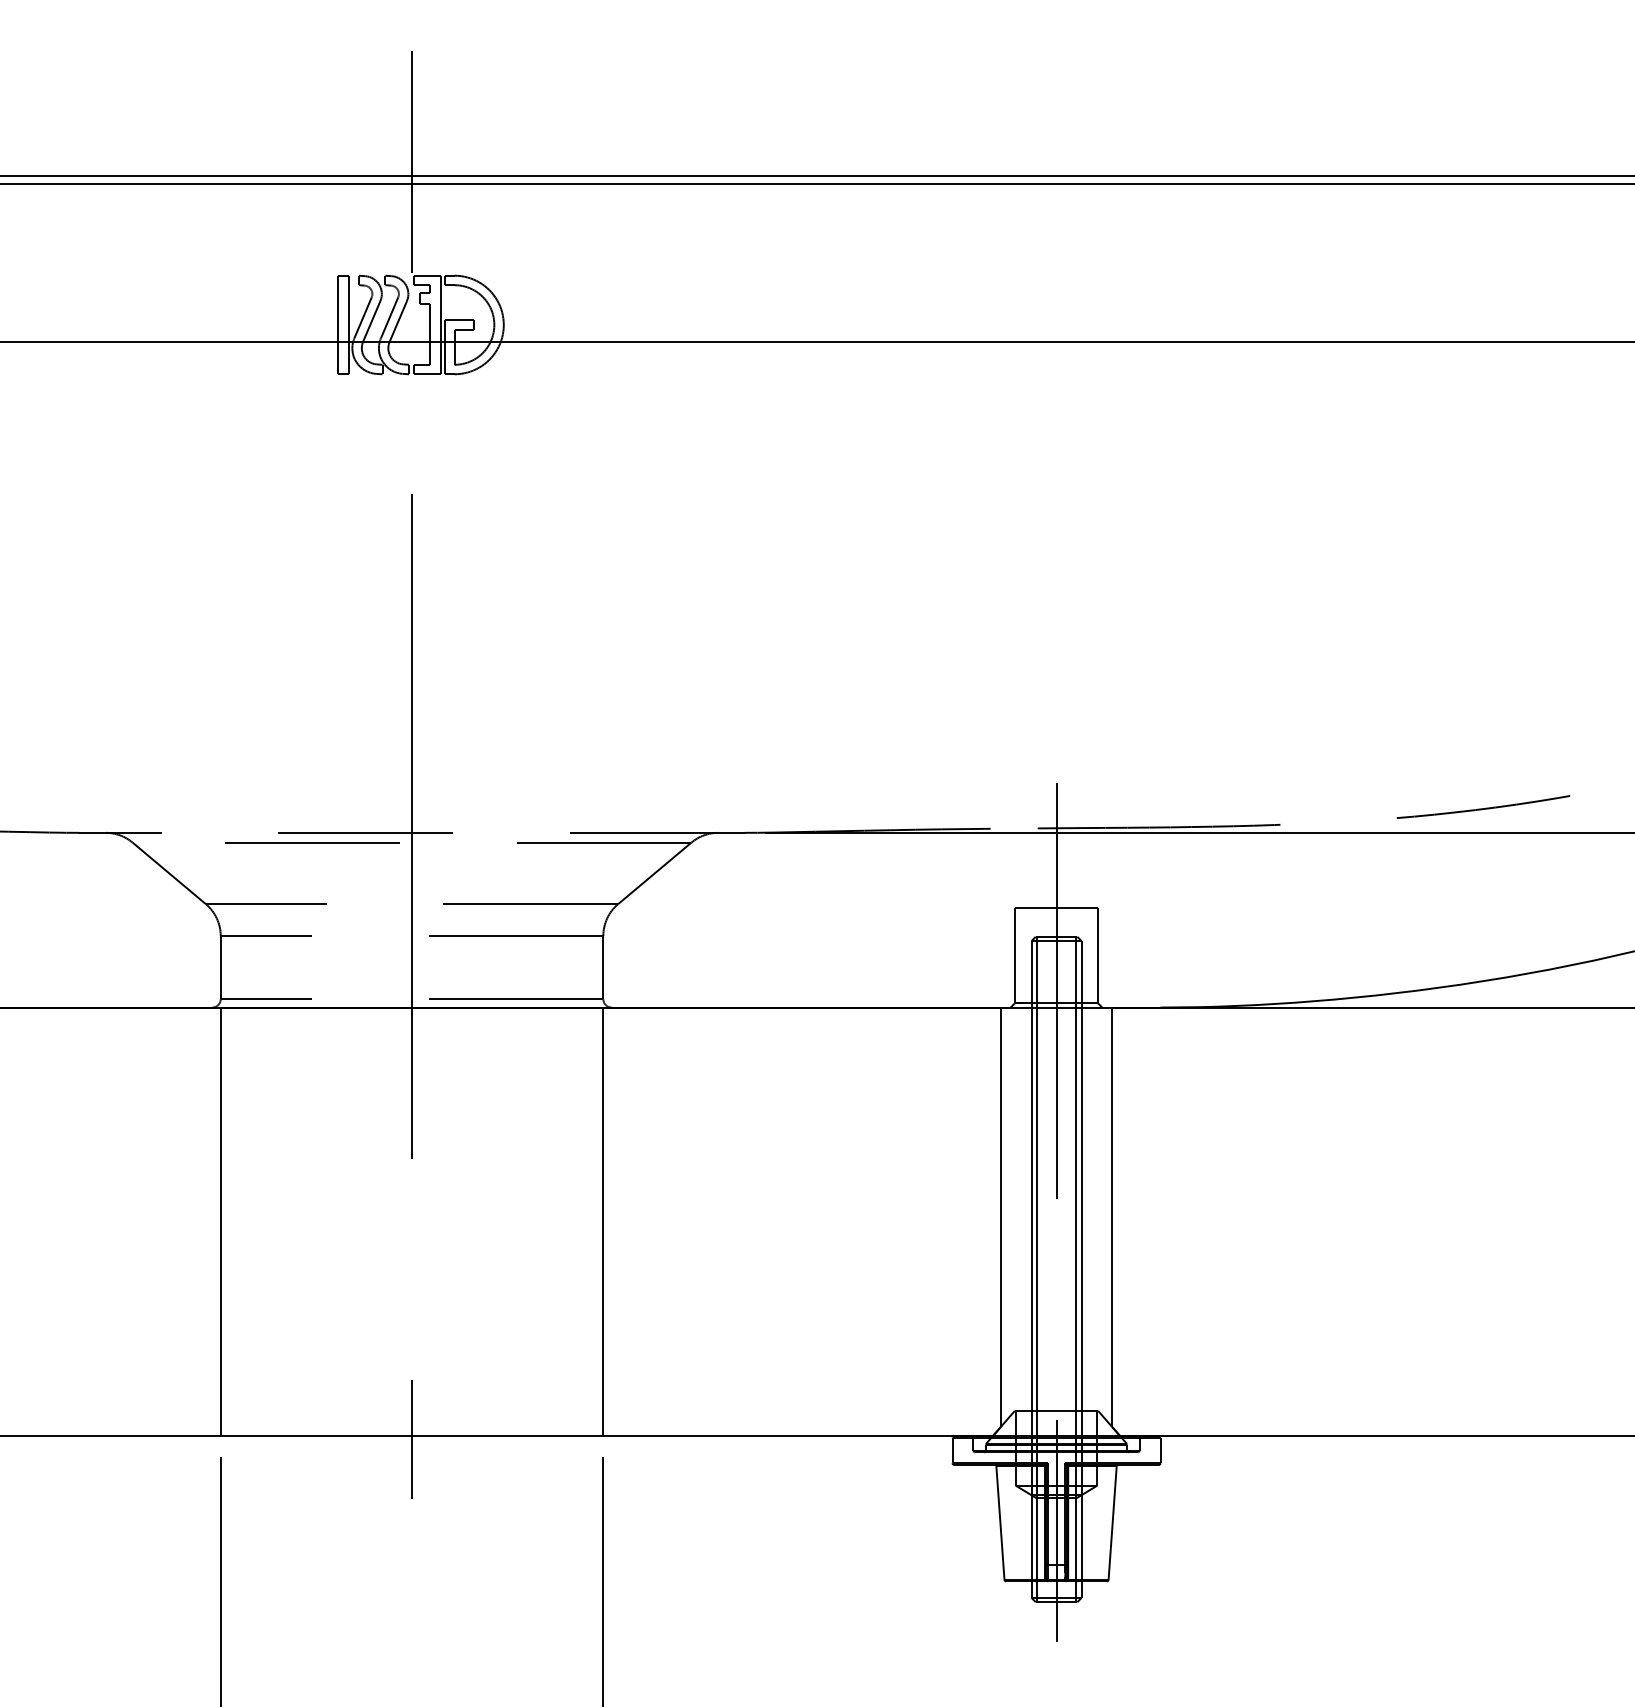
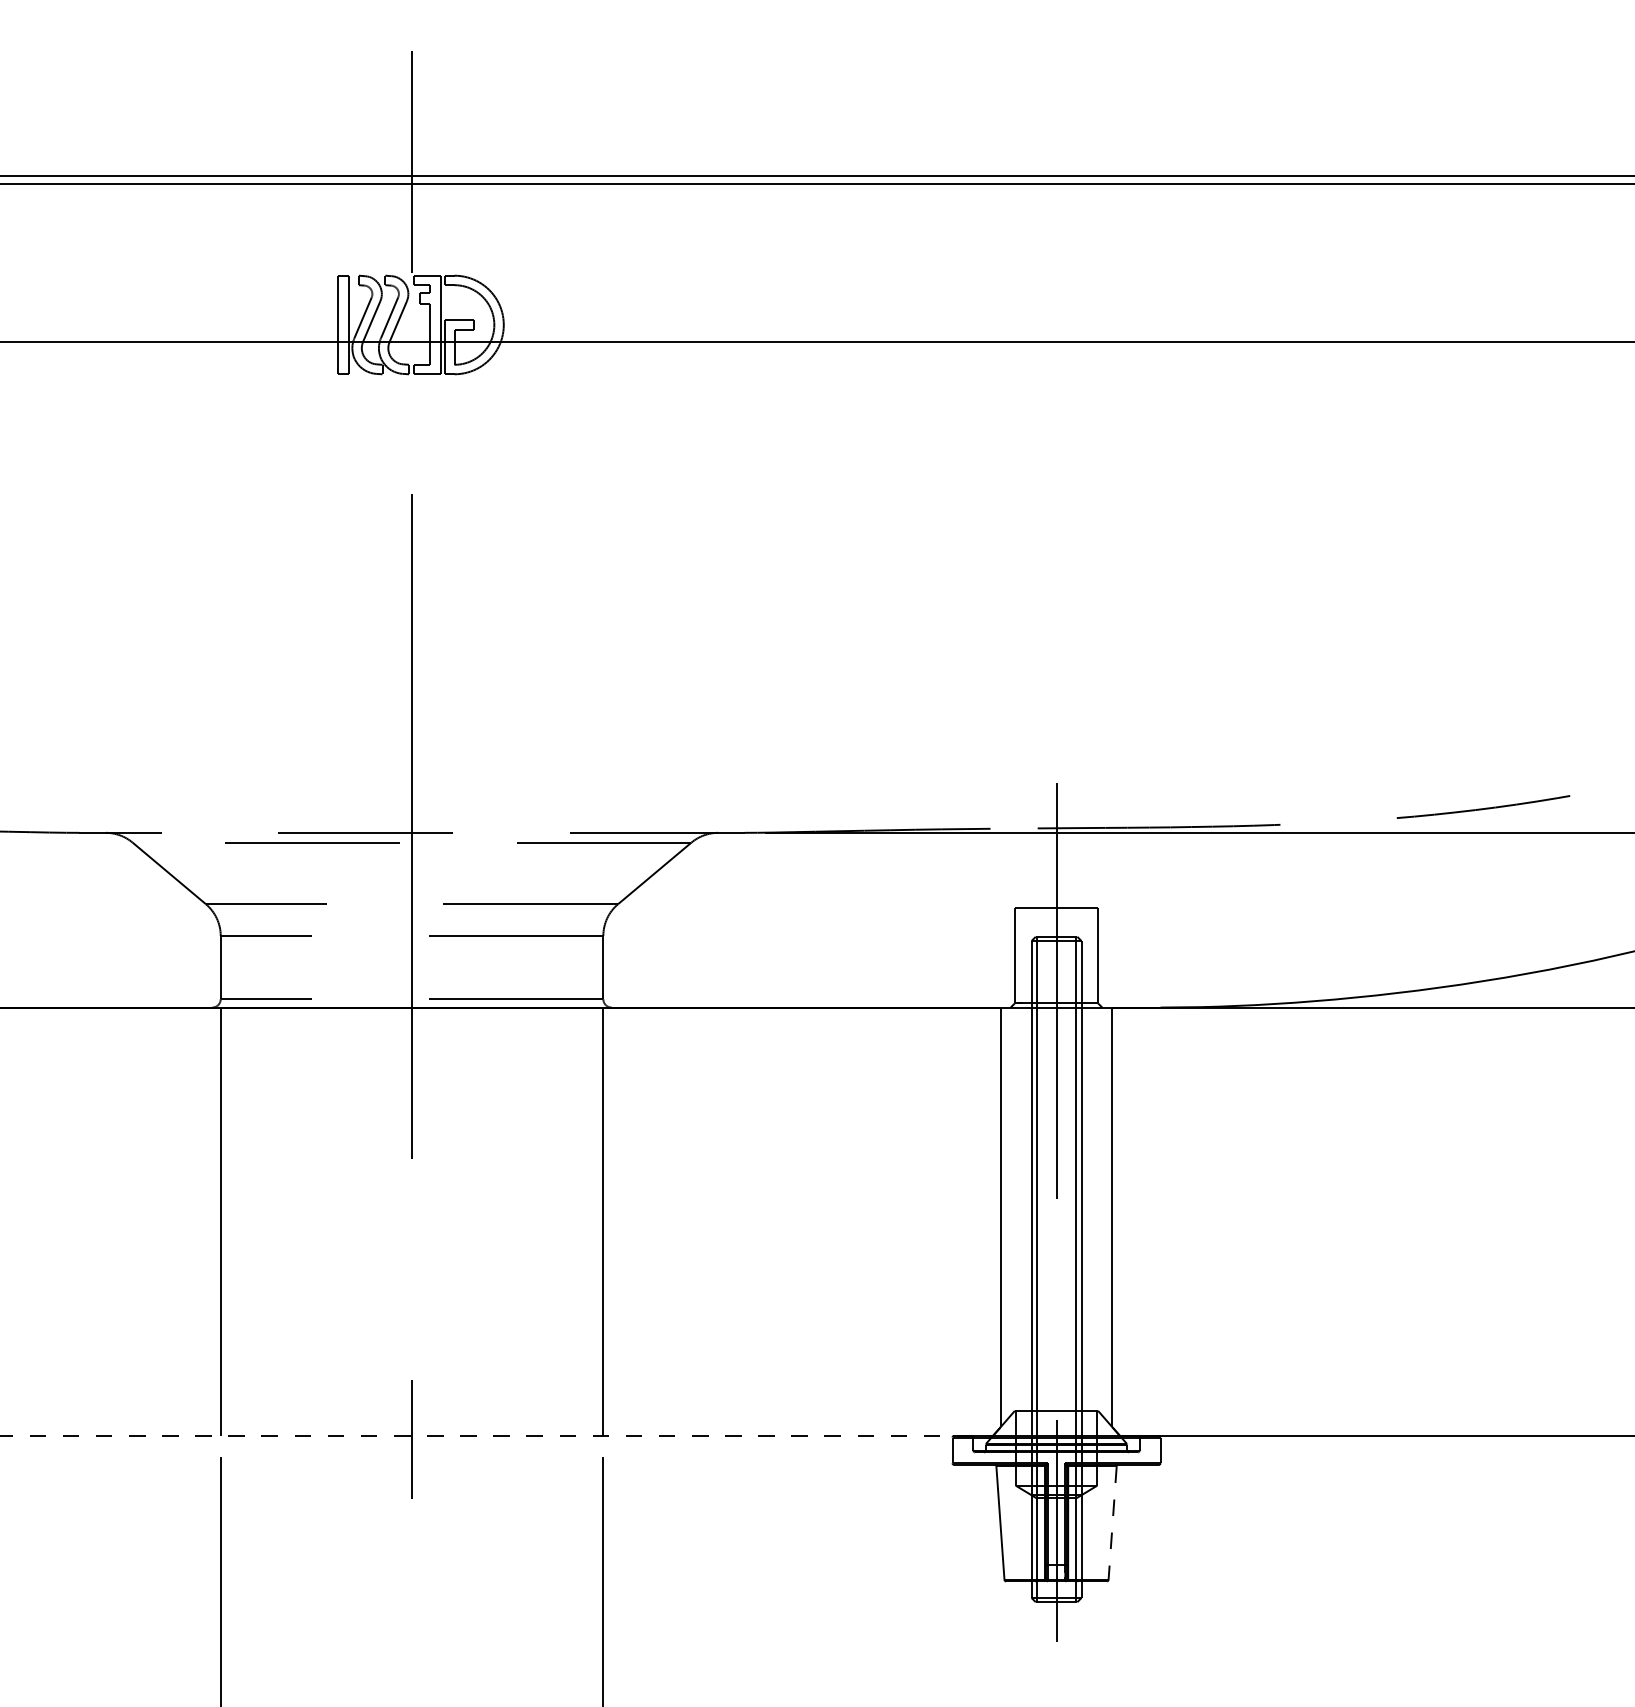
line at (497, 1435): solid -> dashed
line at (1112, 1523): solid -> dashed
